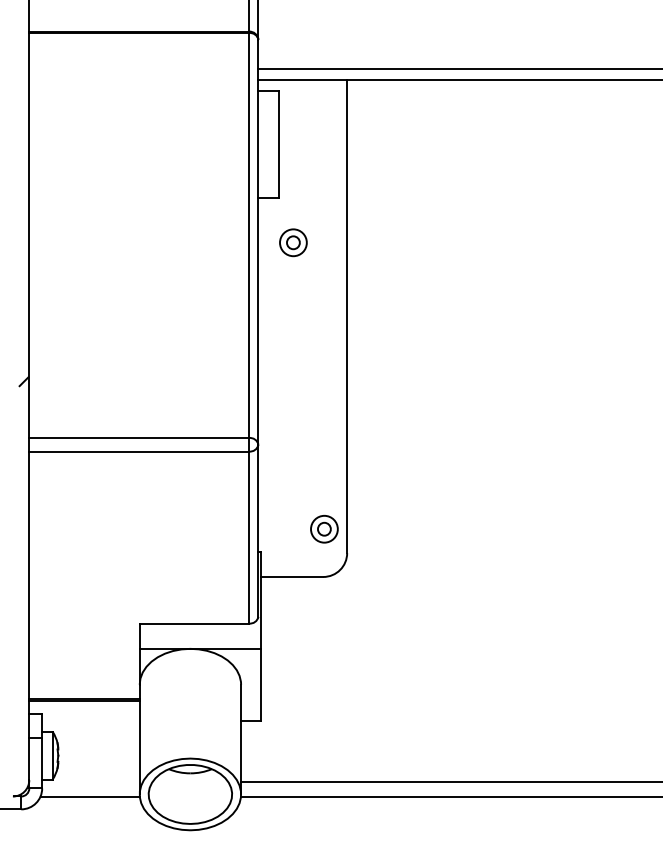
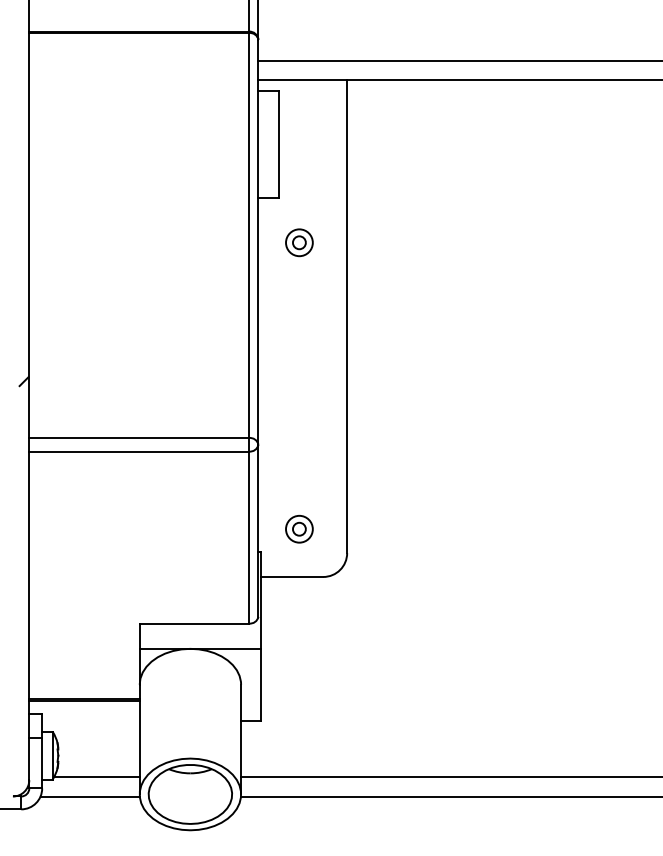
line at (458, 68) position: (458, 68) -> (458, 60)
part at (293, 242) position: (293, 242) -> (299, 242)
part at (324, 528) position: (324, 528) -> (299, 528)
line at (96, 777): none -> present
line at (450, 782) position: (450, 782) -> (450, 777)
